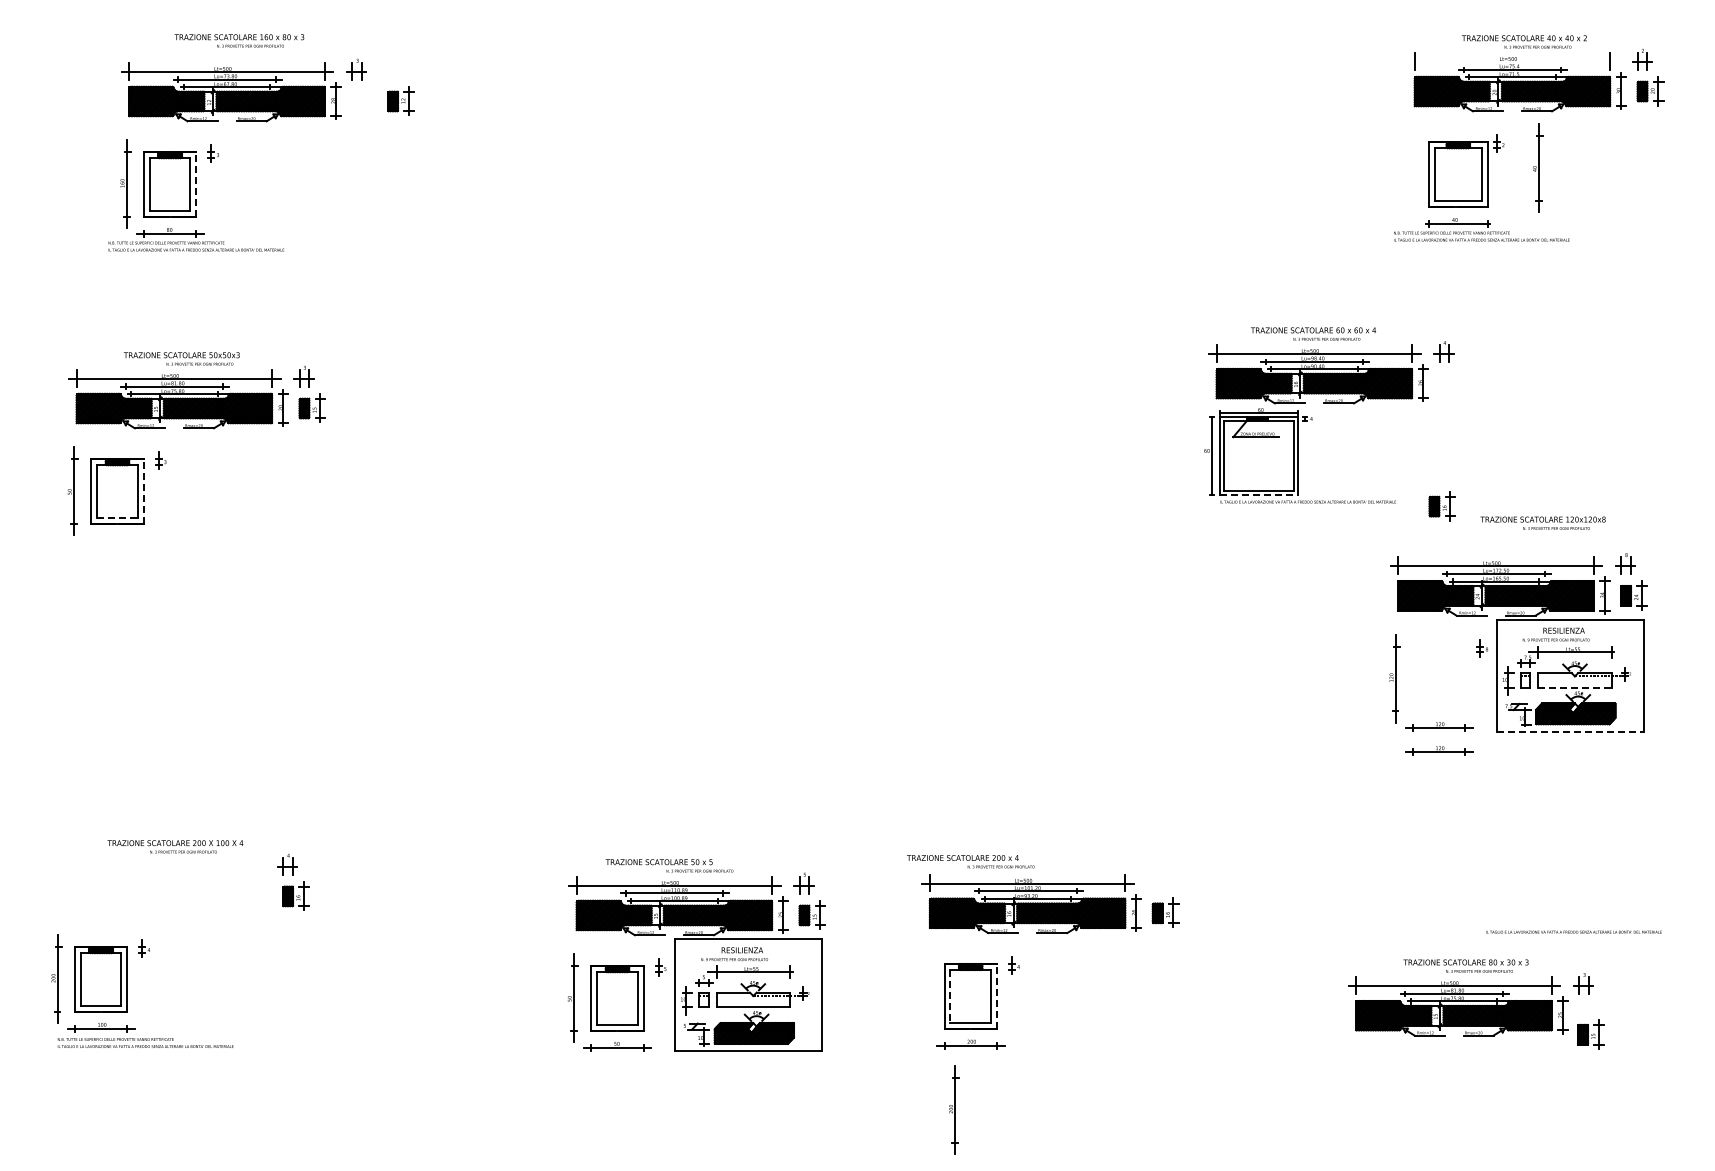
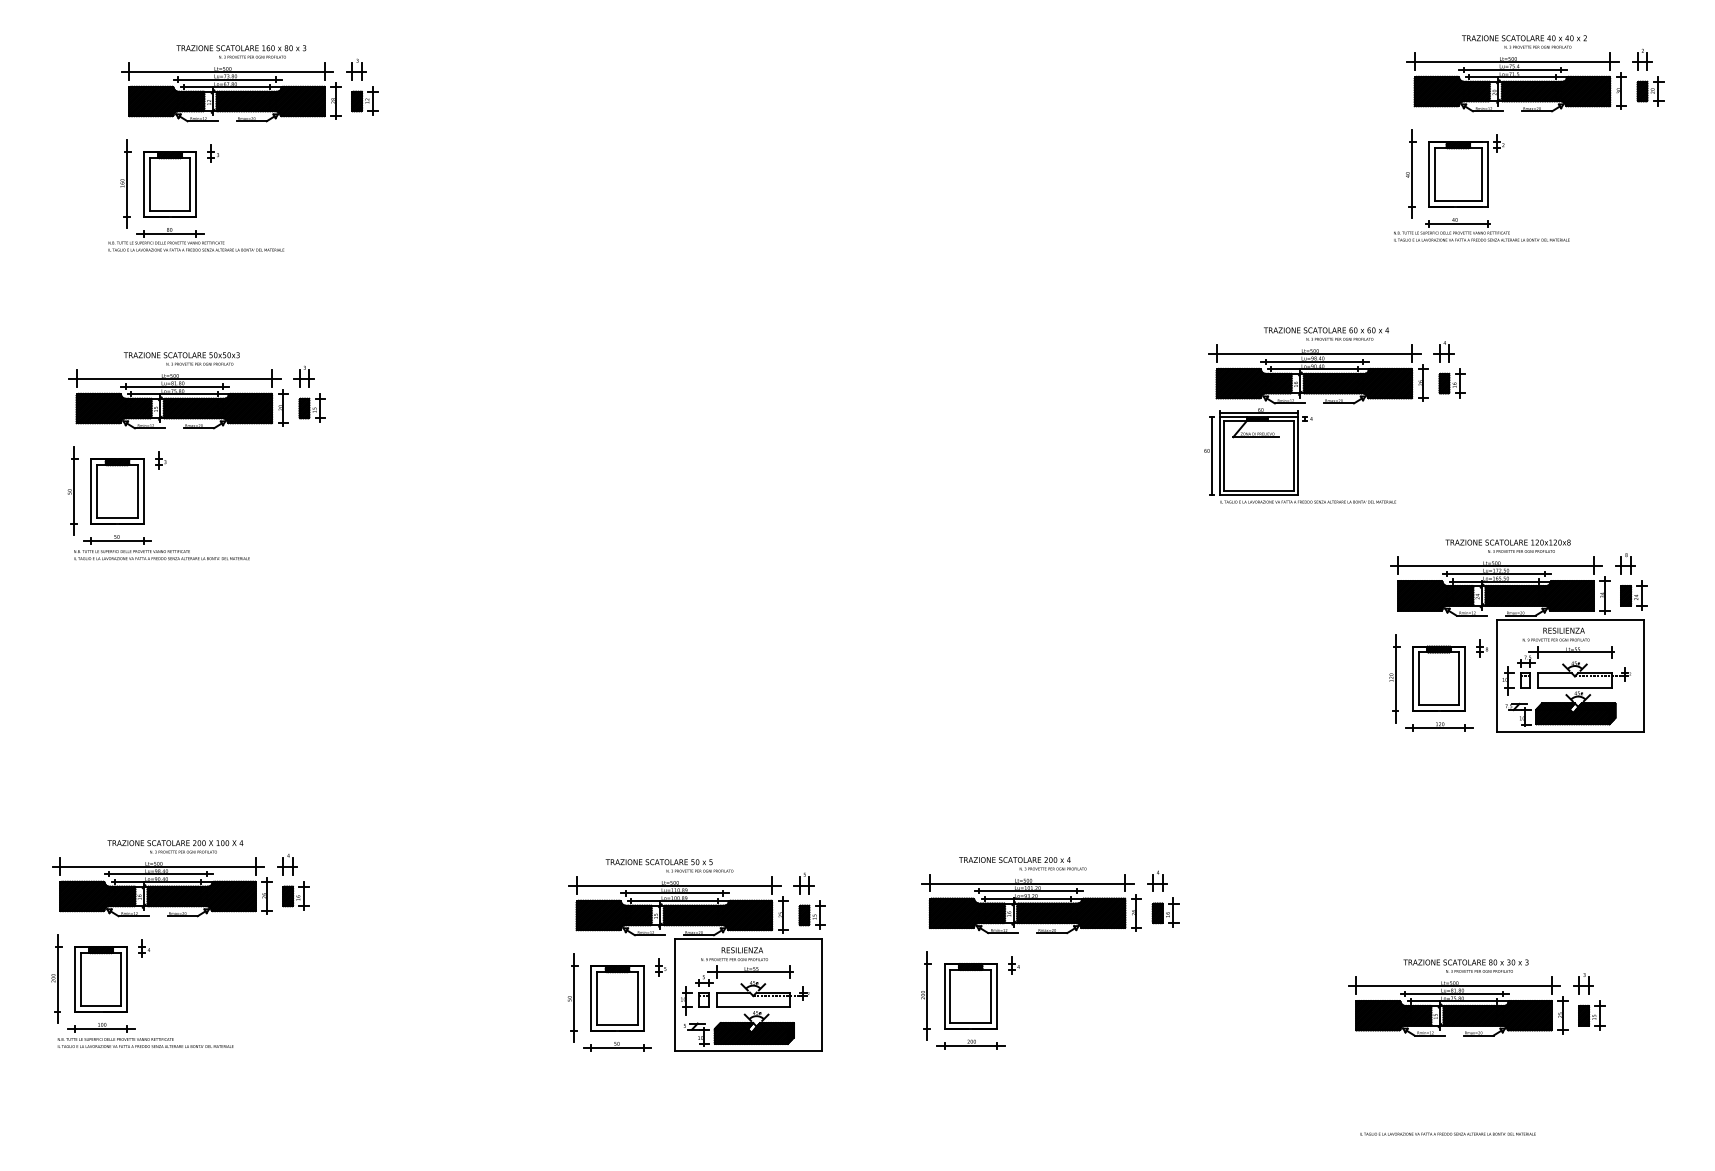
text at (239, 40) position: (239, 40) -> (241, 51)
line at (1512, 62): none -> present
part at (400, 100) position: (400, 100) -> (364, 100)
part at (1538, 167) position: (1538, 167) -> (1411, 173)
line at (196, 184): dashed -> solid
text at (1313, 333) position: (1313, 333) -> (1326, 333)
line at (143, 491): dashed -> solid
line at (1259, 495): dashed -> solid
part at (1441, 506) position: (1441, 506) -> (1451, 383)
line at (117, 518): dashed -> solid
text at (1542, 522) position: (1542, 522) -> (1507, 545)
part at (161, 547): none -> present
part at (1438, 678): none -> present
line at (1574, 687): dashed -> solid
line at (1570, 731): dashed -> solid
part at (1439, 750): present -> none
text at (970, 861) position: (970, 861) -> (1022, 863)
part at (1157, 880): none -> present
part at (162, 887): none -> present
text at (1573, 931) position: (1573, 931) -> (1447, 1133)
line at (996, 995): dashed -> solid
line at (950, 996): dashed -> solid
part at (1590, 1034) position: (1590, 1034) -> (1591, 1015)
part at (954, 1109) position: (954, 1109) -> (926, 995)
